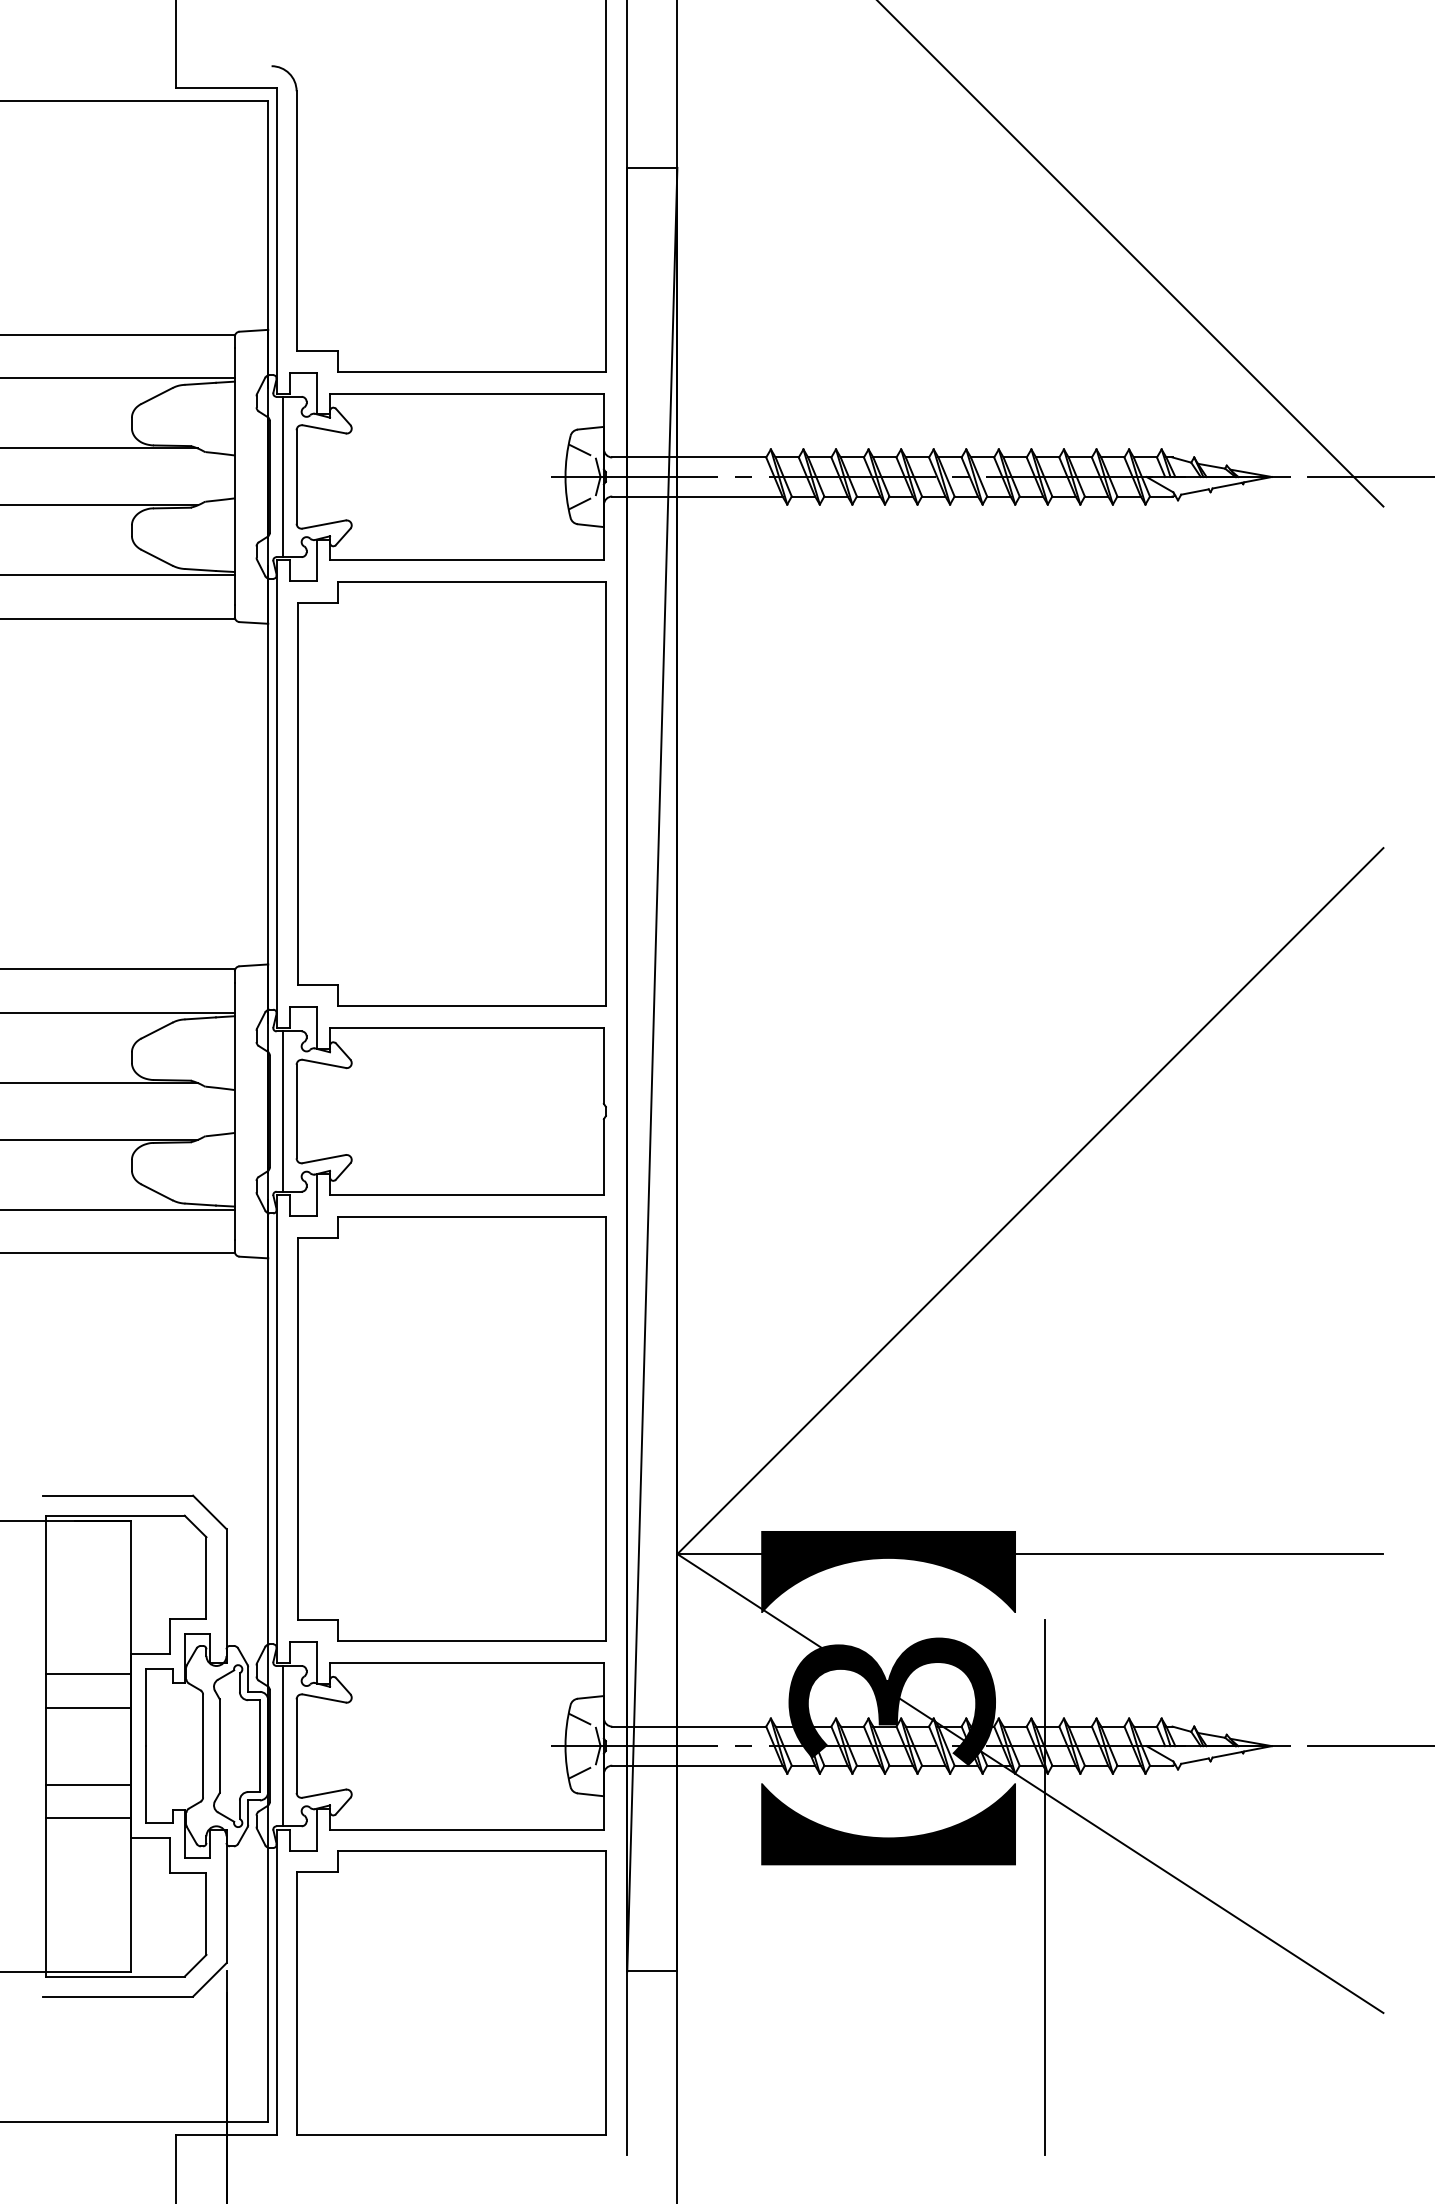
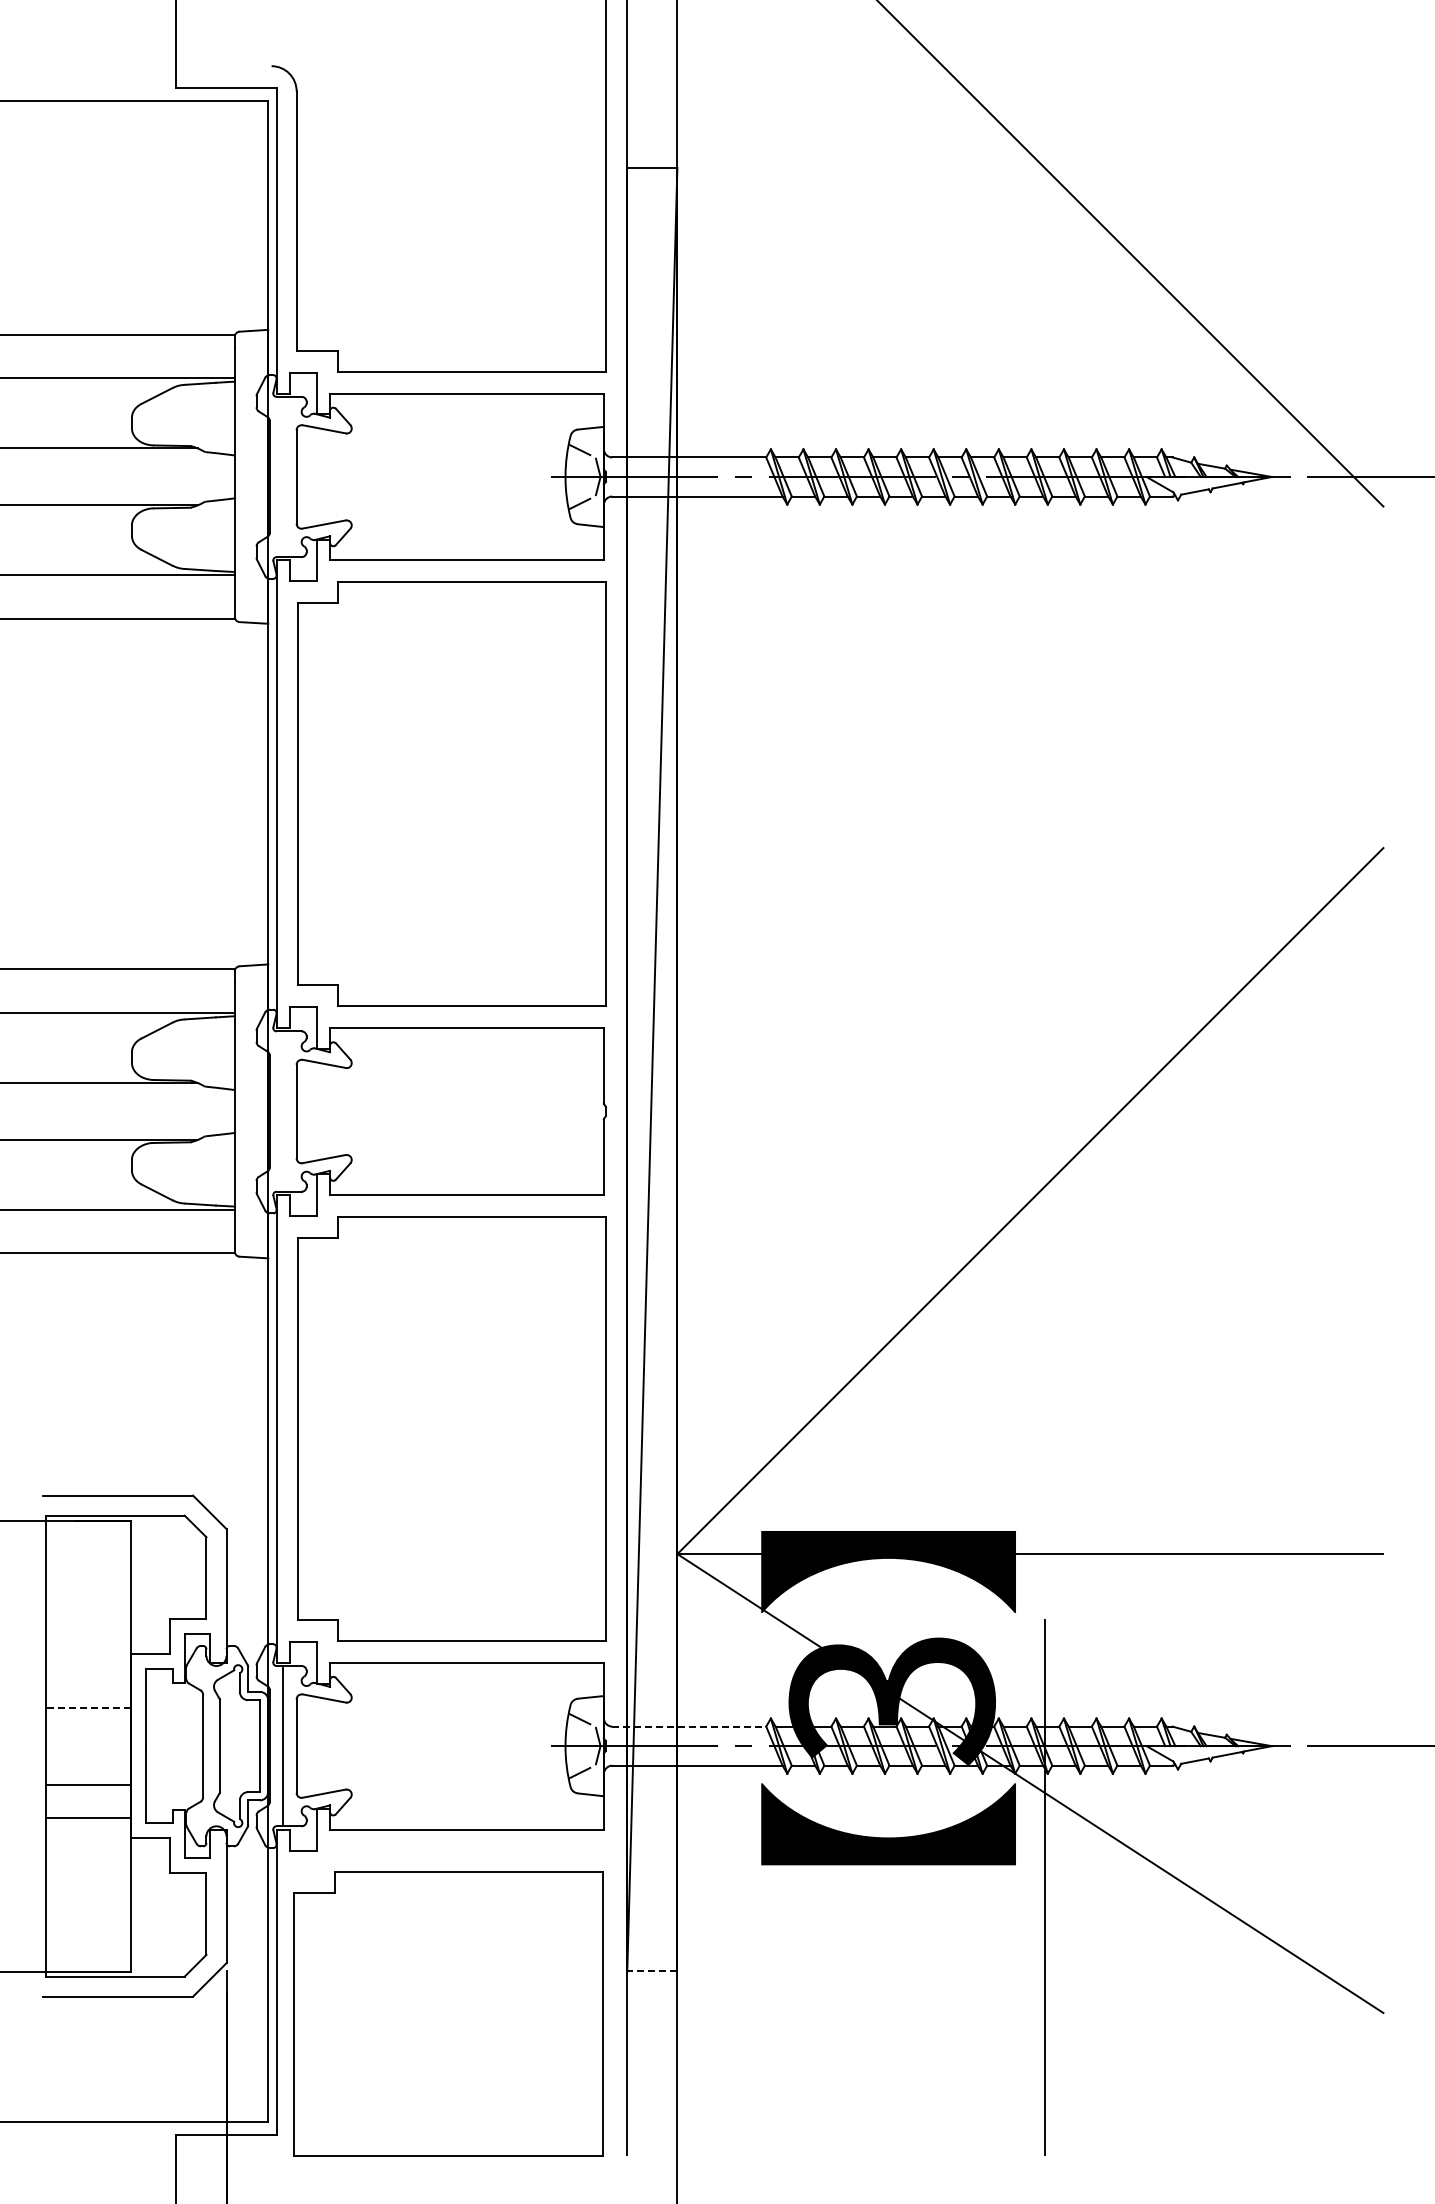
line at (283, 476): present -> none
line at (283, 1111): present -> none
line at (88, 1674): present -> none
line at (88, 1707): solid -> dashed
line at (689, 1726): solid -> dashed
line at (651, 1971): solid -> dashed
part at (451, 1992) position: (451, 1992) -> (448, 2013)
